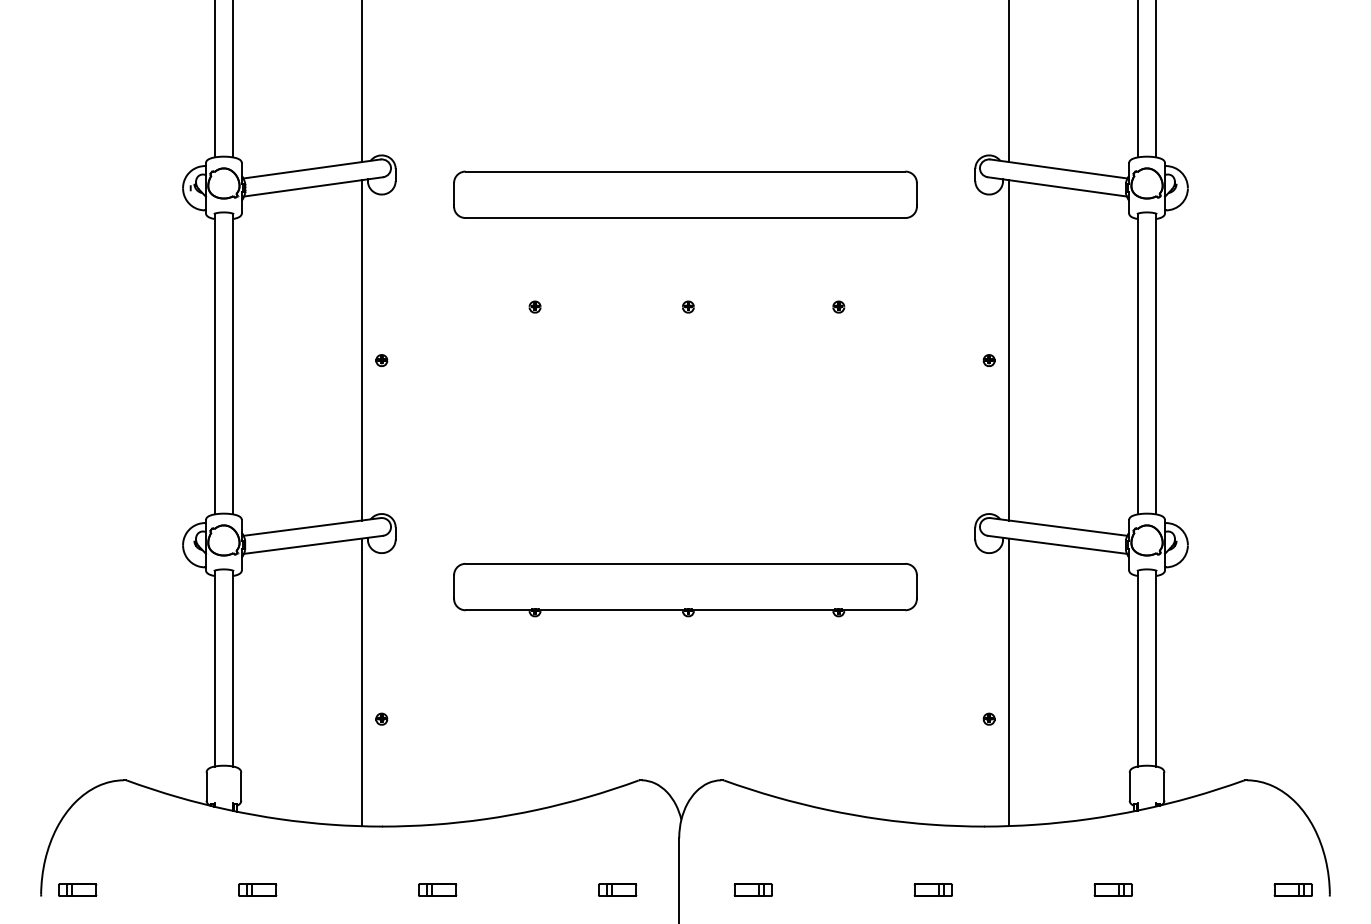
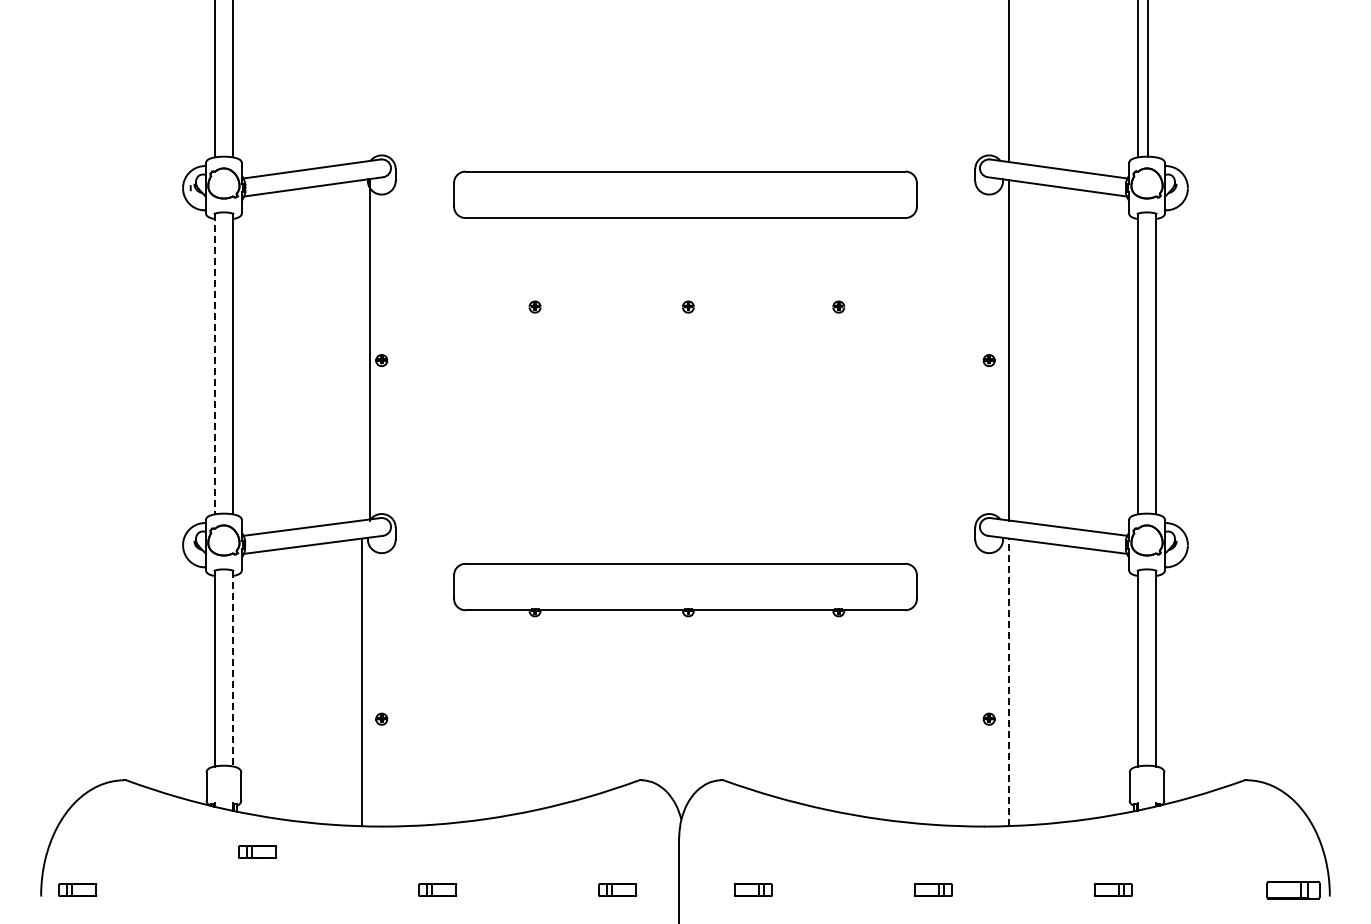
line at (1156, 79) position: (1156, 79) -> (1148, 79)
line at (361, 82): present -> none
line at (361, 350) position: (361, 350) -> (369, 350)
line at (214, 364): solid -> dashed
line at (233, 668): solid -> dashed
line at (1009, 682): solid -> dashed
part at (257, 889) position: (257, 889) -> (257, 851)
part at (1292, 889) size: 40x14 px -> 55x19 px
